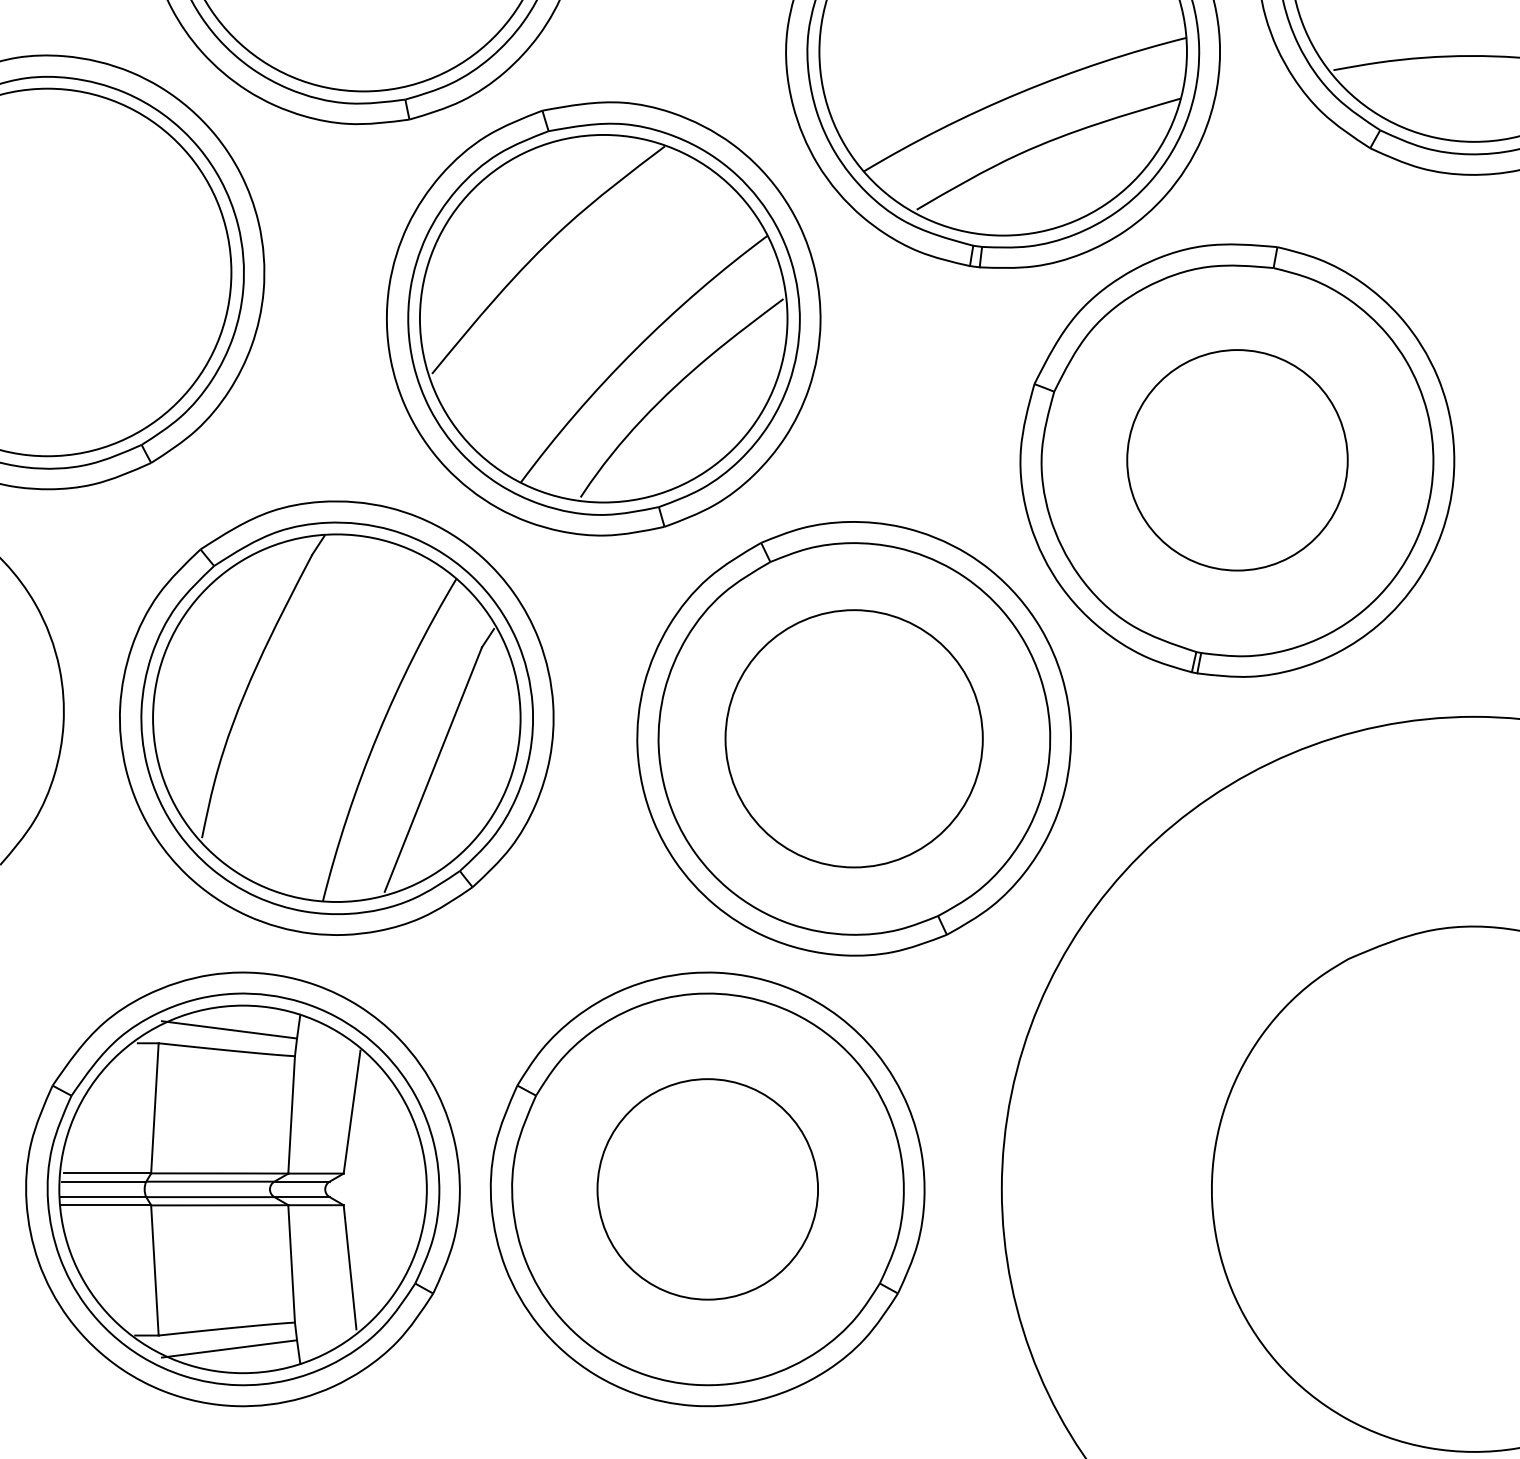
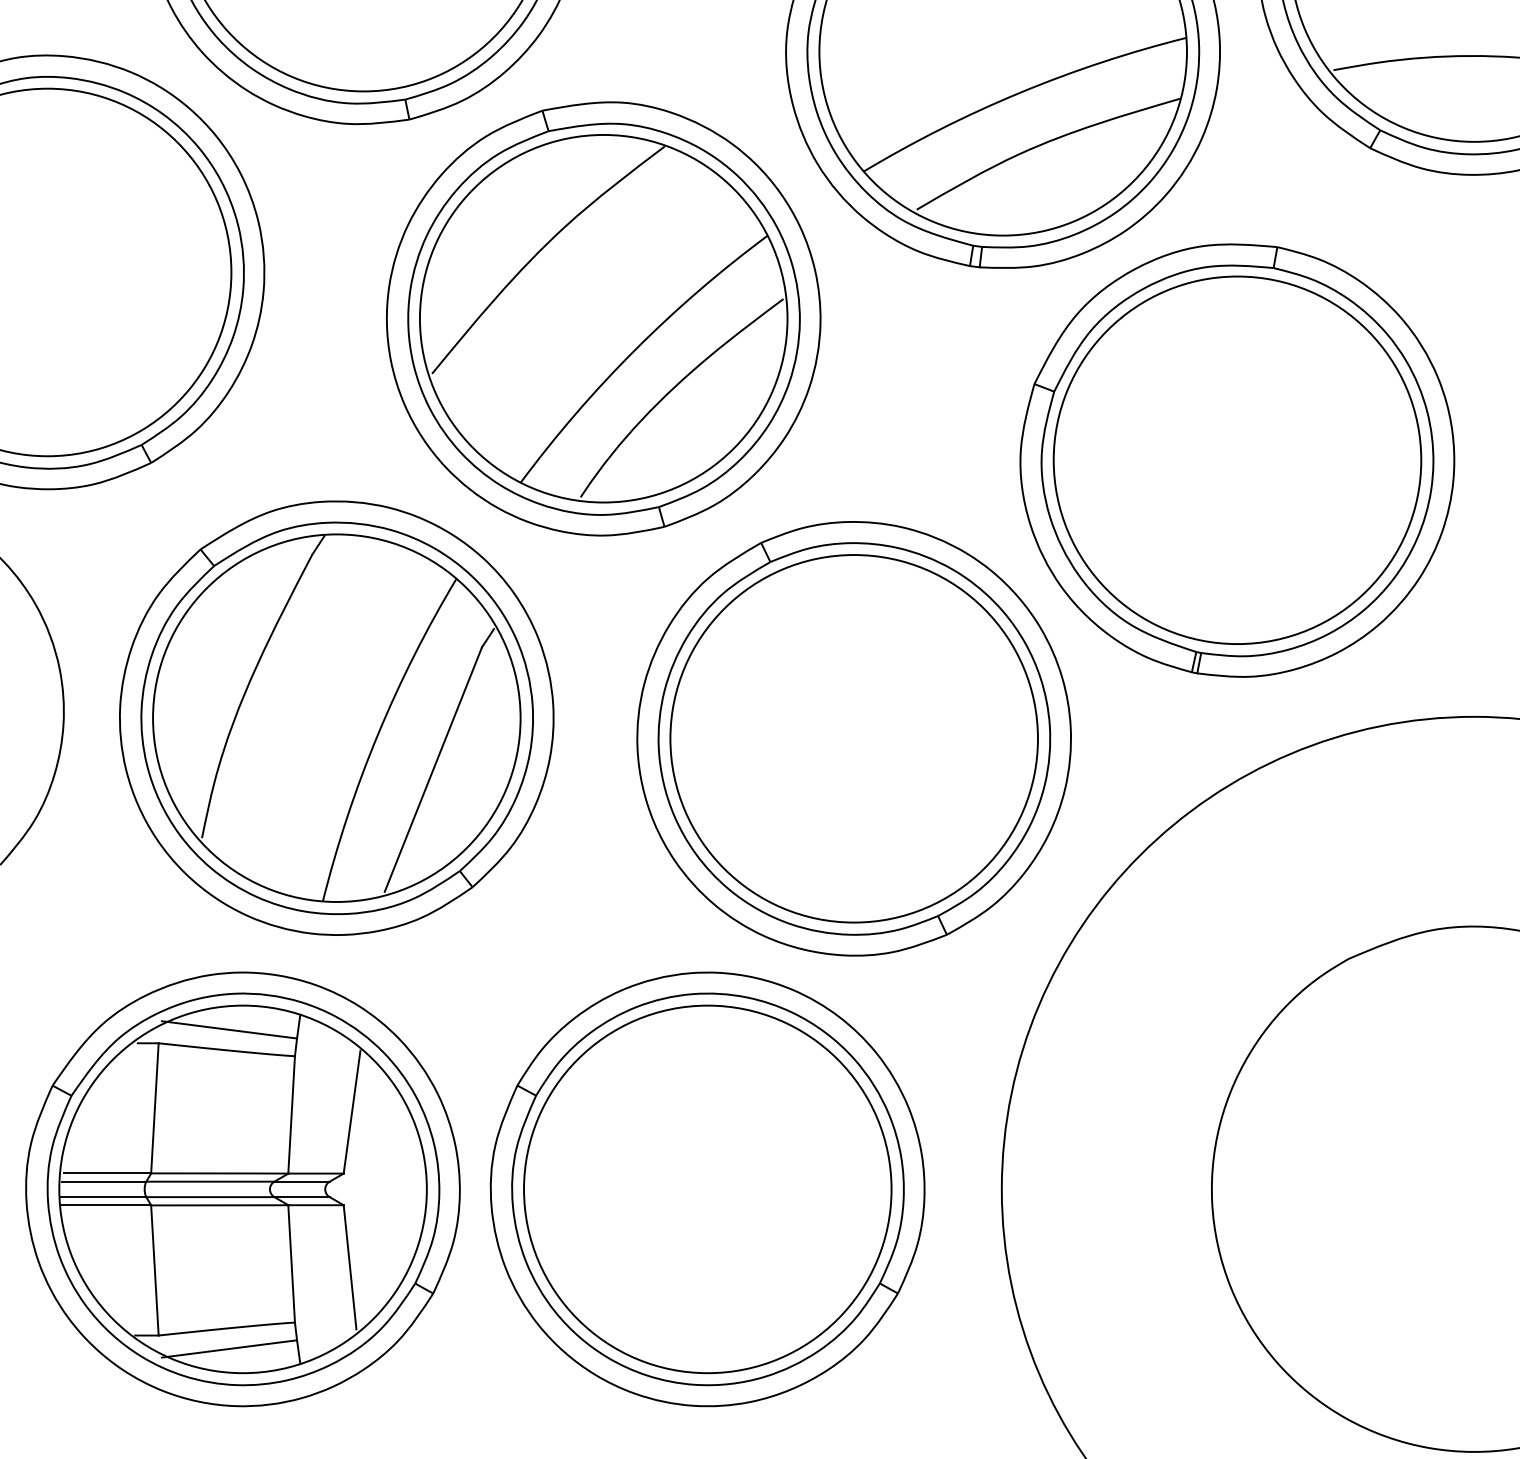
circle at (1237, 460) diameter: 221 px -> 368 px
circle at (853, 738) diameter: 257 px -> 368 px
circle at (707, 1189) diameter: 221 px -> 368 px
